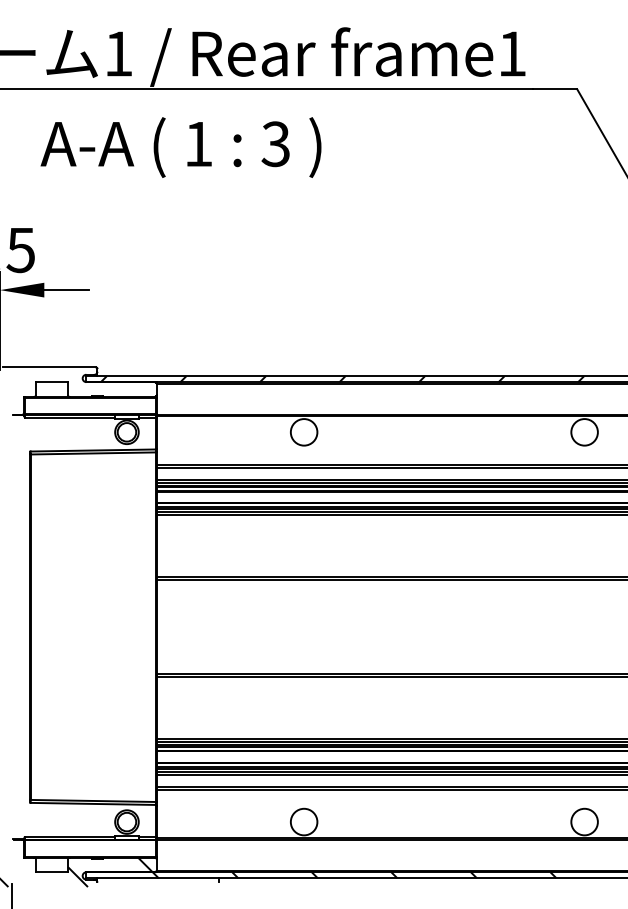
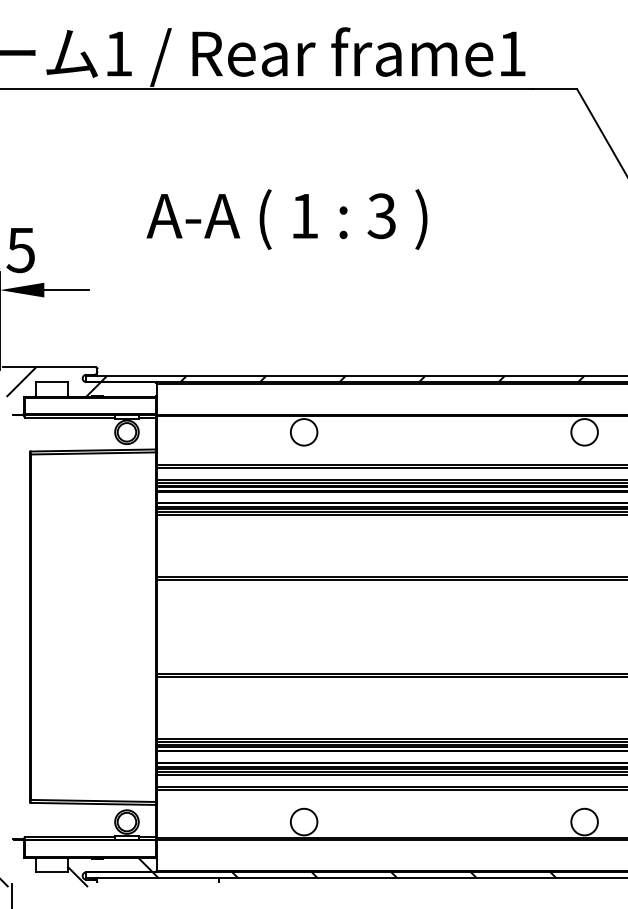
text at (180, 147) position: (180, 147) -> (286, 219)
hatch at (53, 381): none -> present
